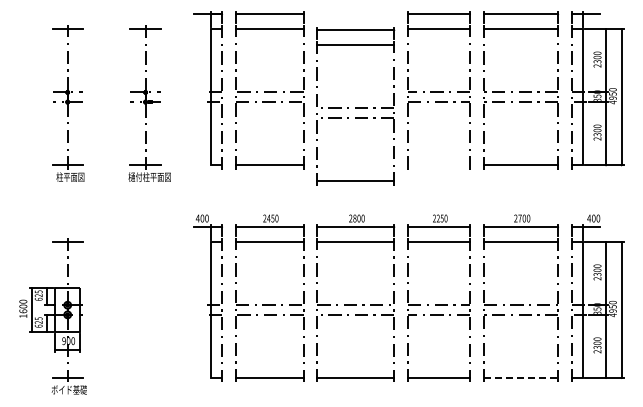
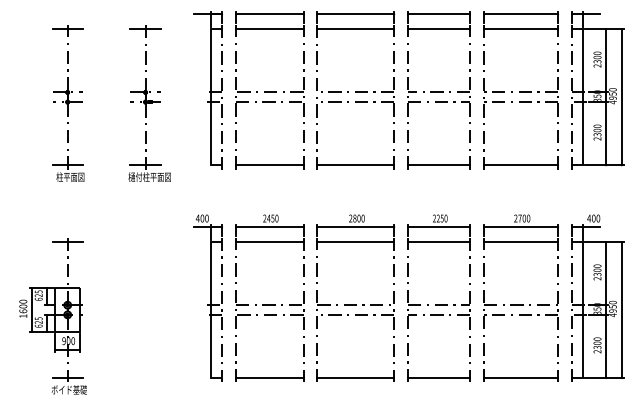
part at (355, 106) position: (355, 106) -> (355, 90)
line at (439, 165): none -> present
line at (521, 378): dashed -> solid
